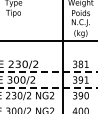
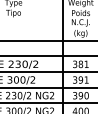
line at (48, 56): none -> present
line at (49, 72): dashed -> solid
line at (49, 87): dashed -> solid
line at (48, 103): none -> present
